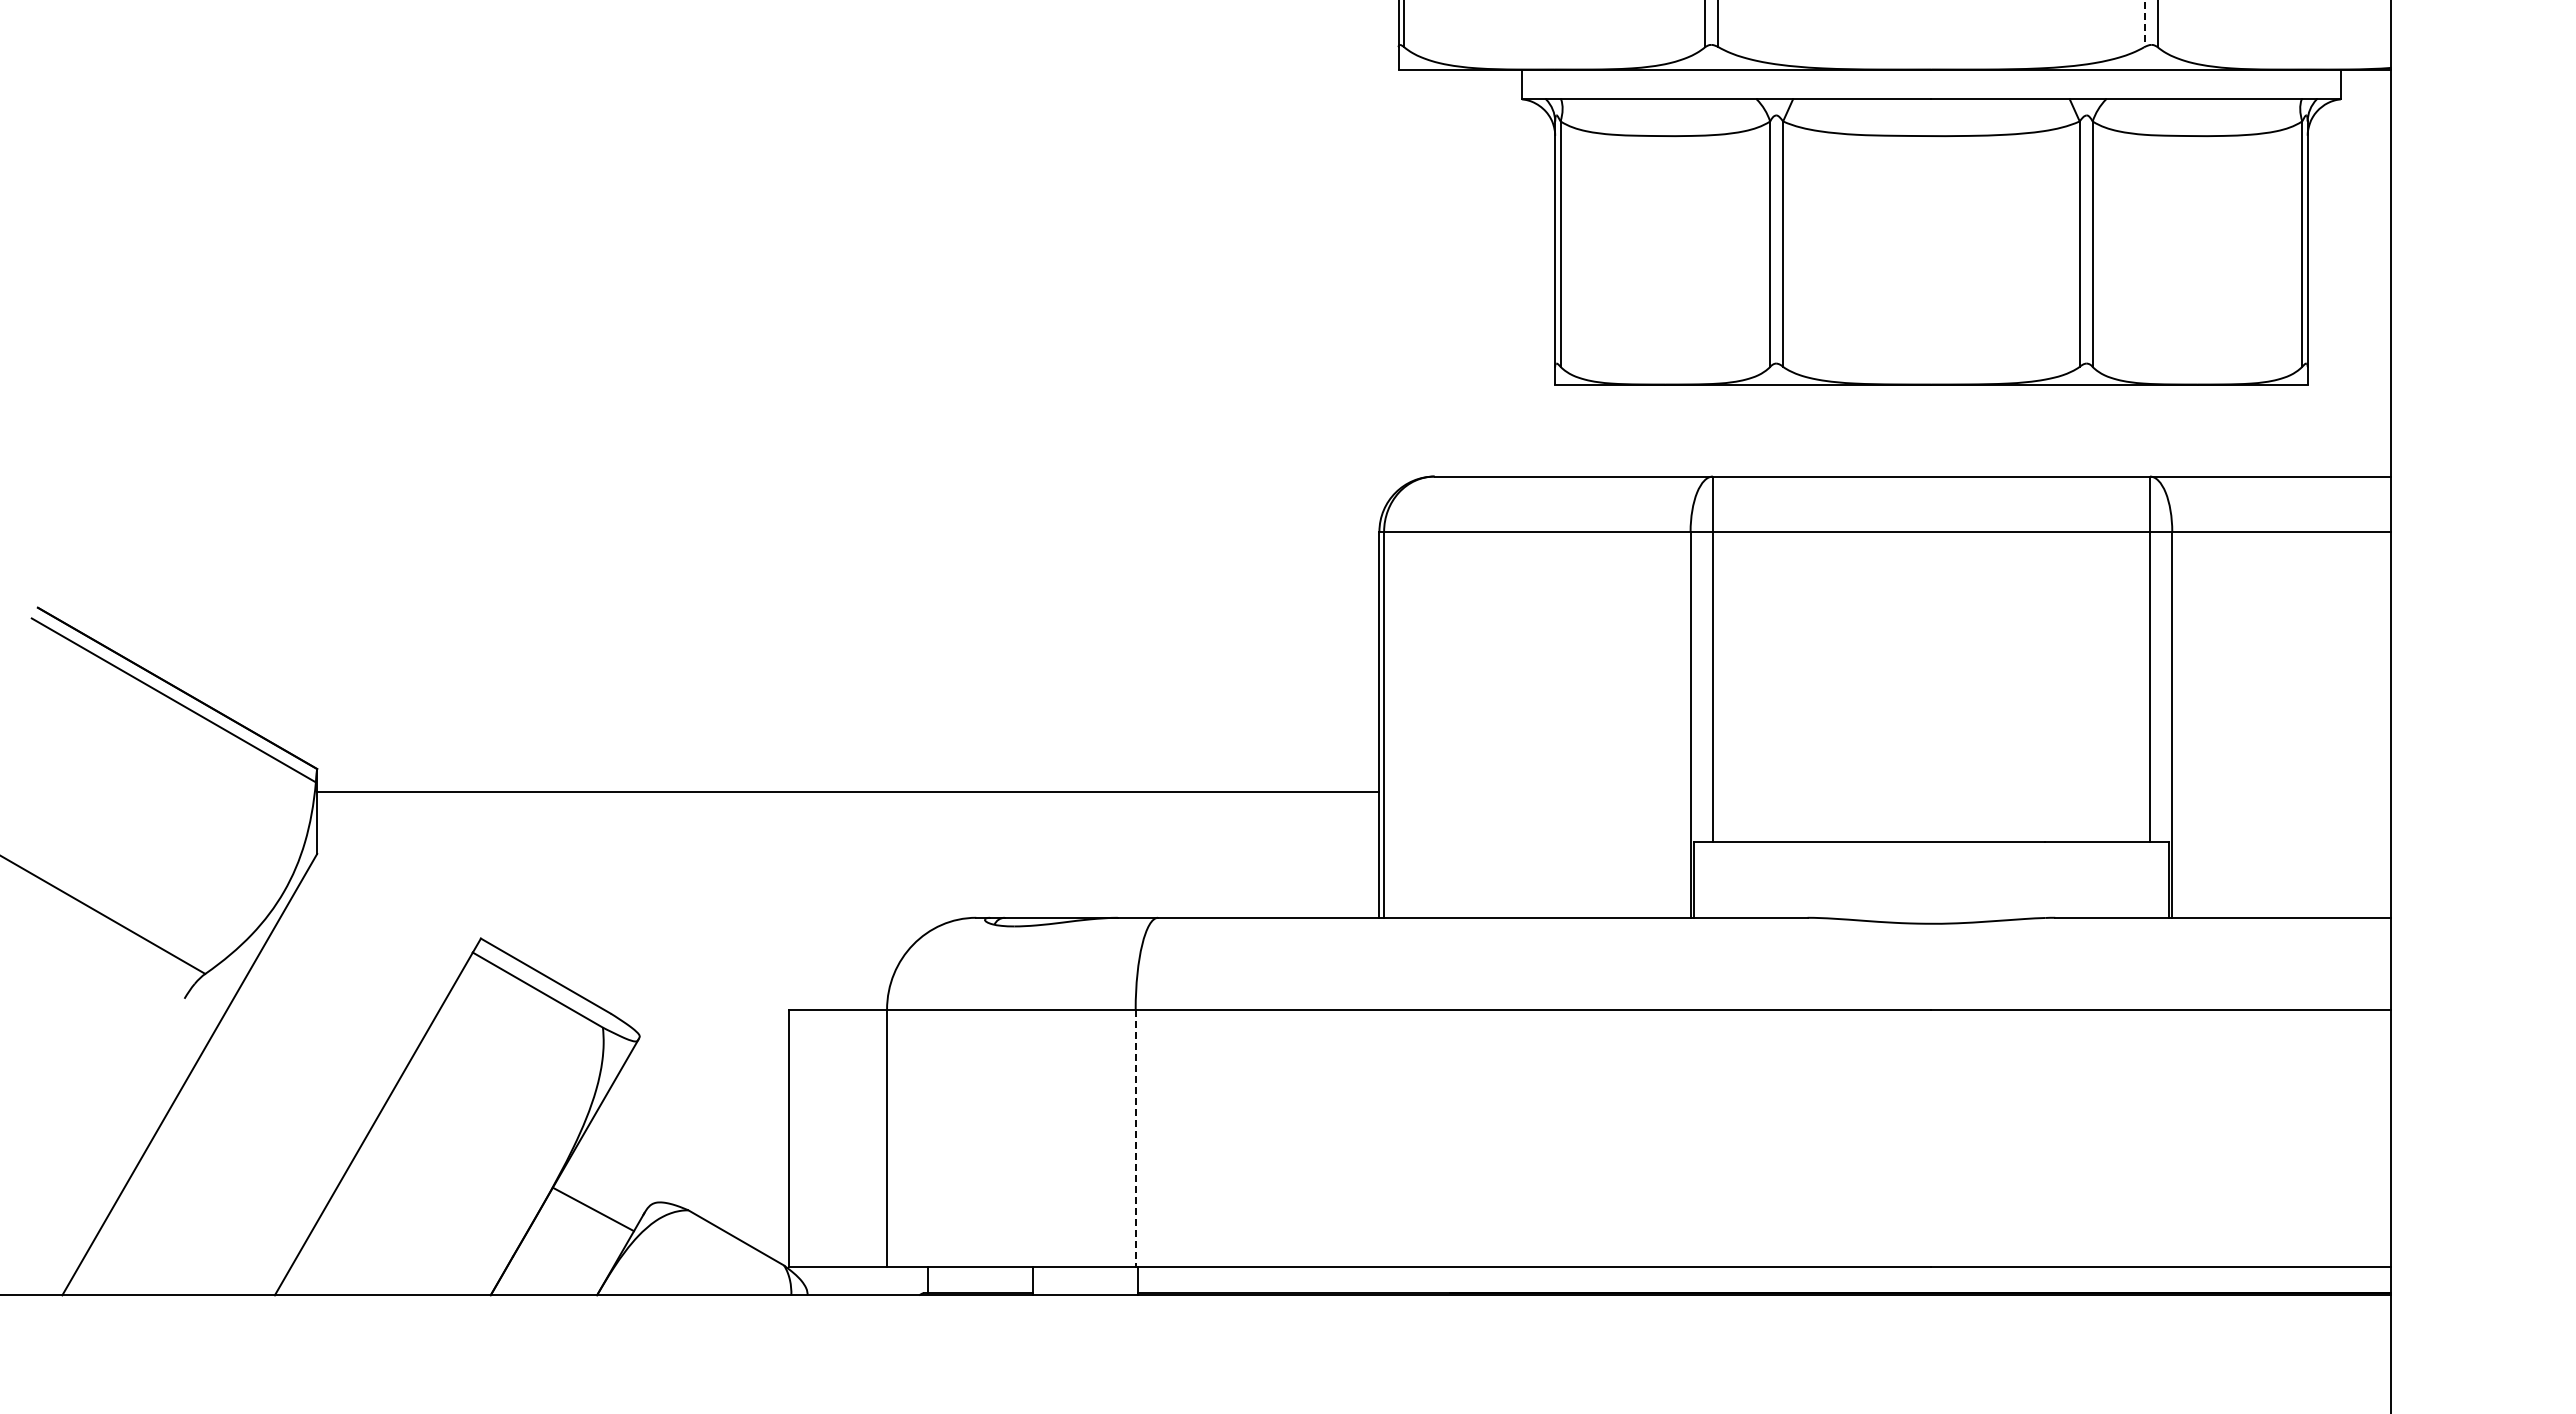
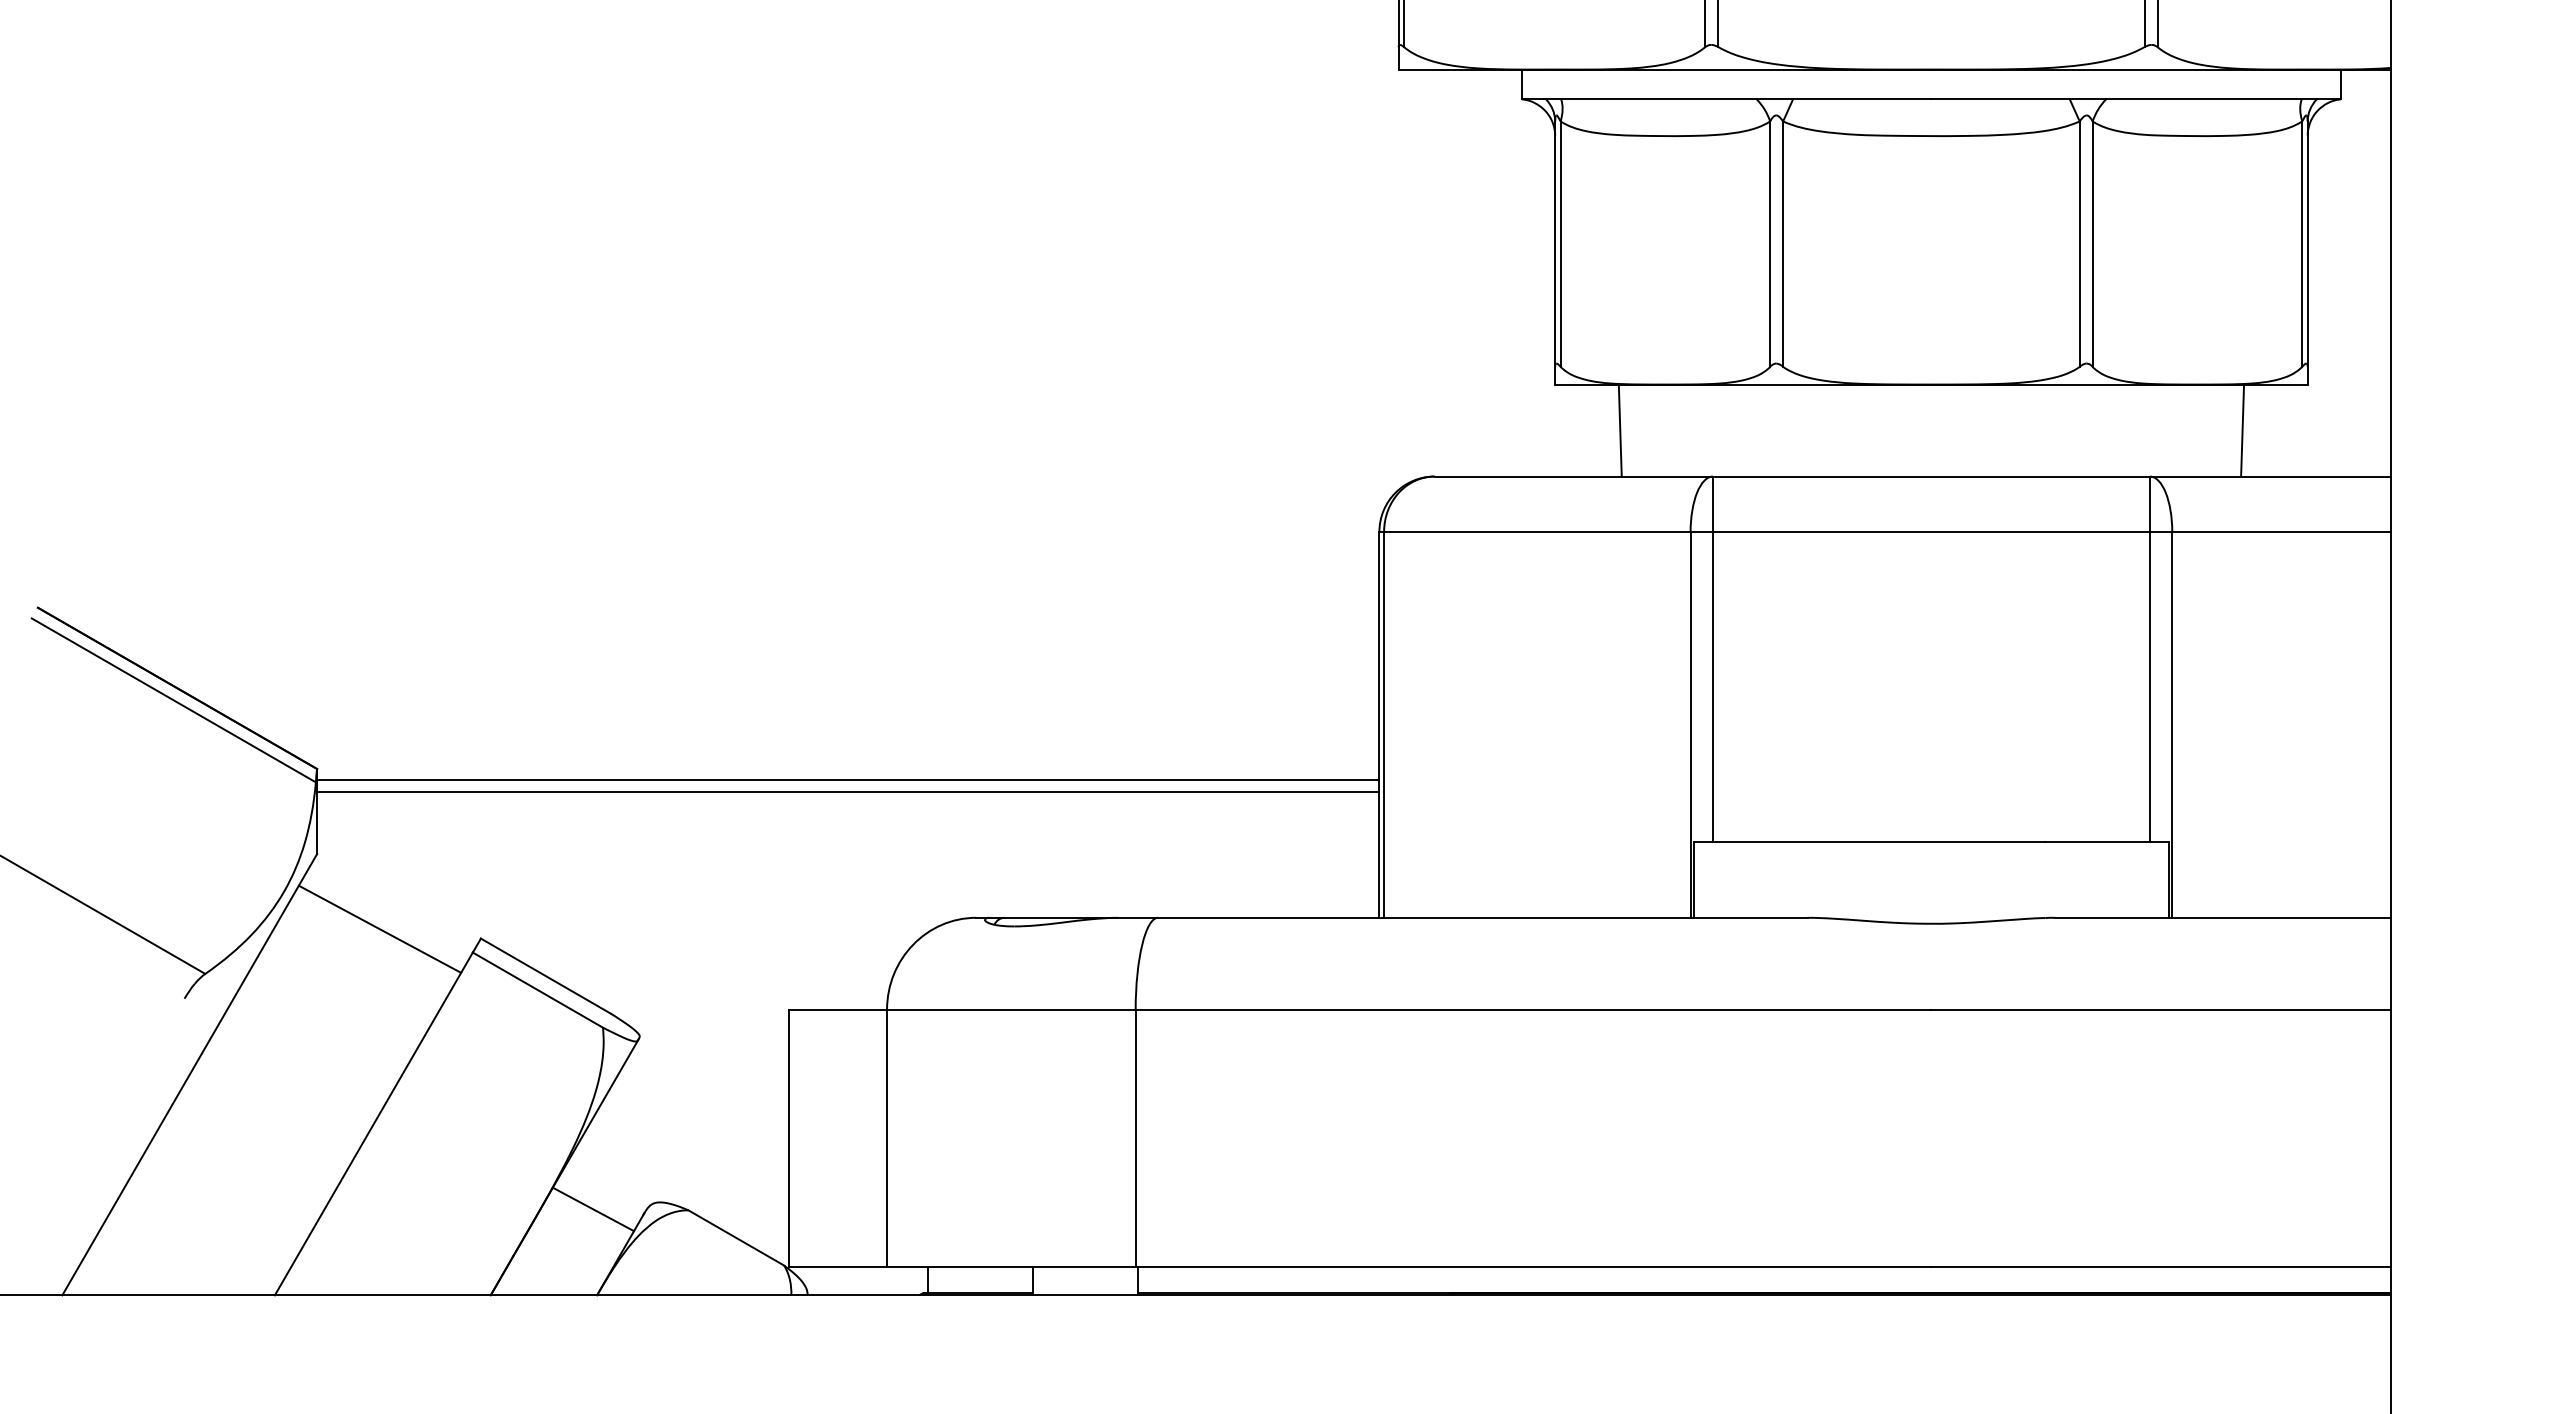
line at (2144, 24): dashed -> solid
line at (1619, 430): none -> present
line at (2242, 430): none -> present
line at (848, 780): none -> present
line at (379, 928): none -> present
line at (1135, 1138): dashed -> solid
